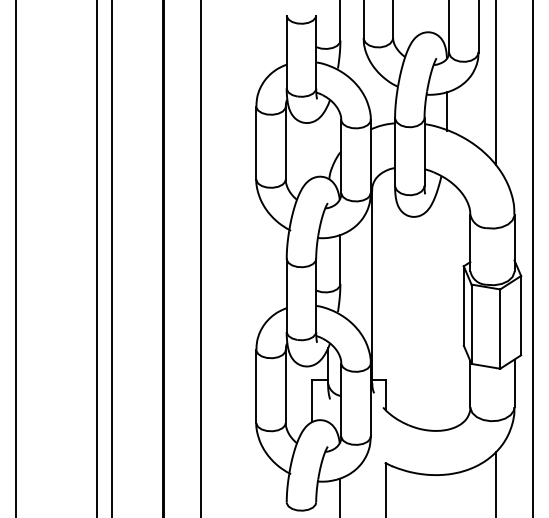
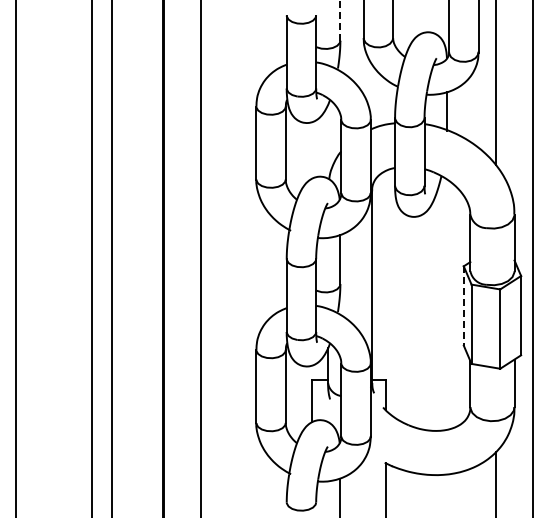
line at (340, 20): solid -> dashed
line at (97, 258) position: (97, 258) -> (92, 258)
line at (463, 305): solid -> dashed
